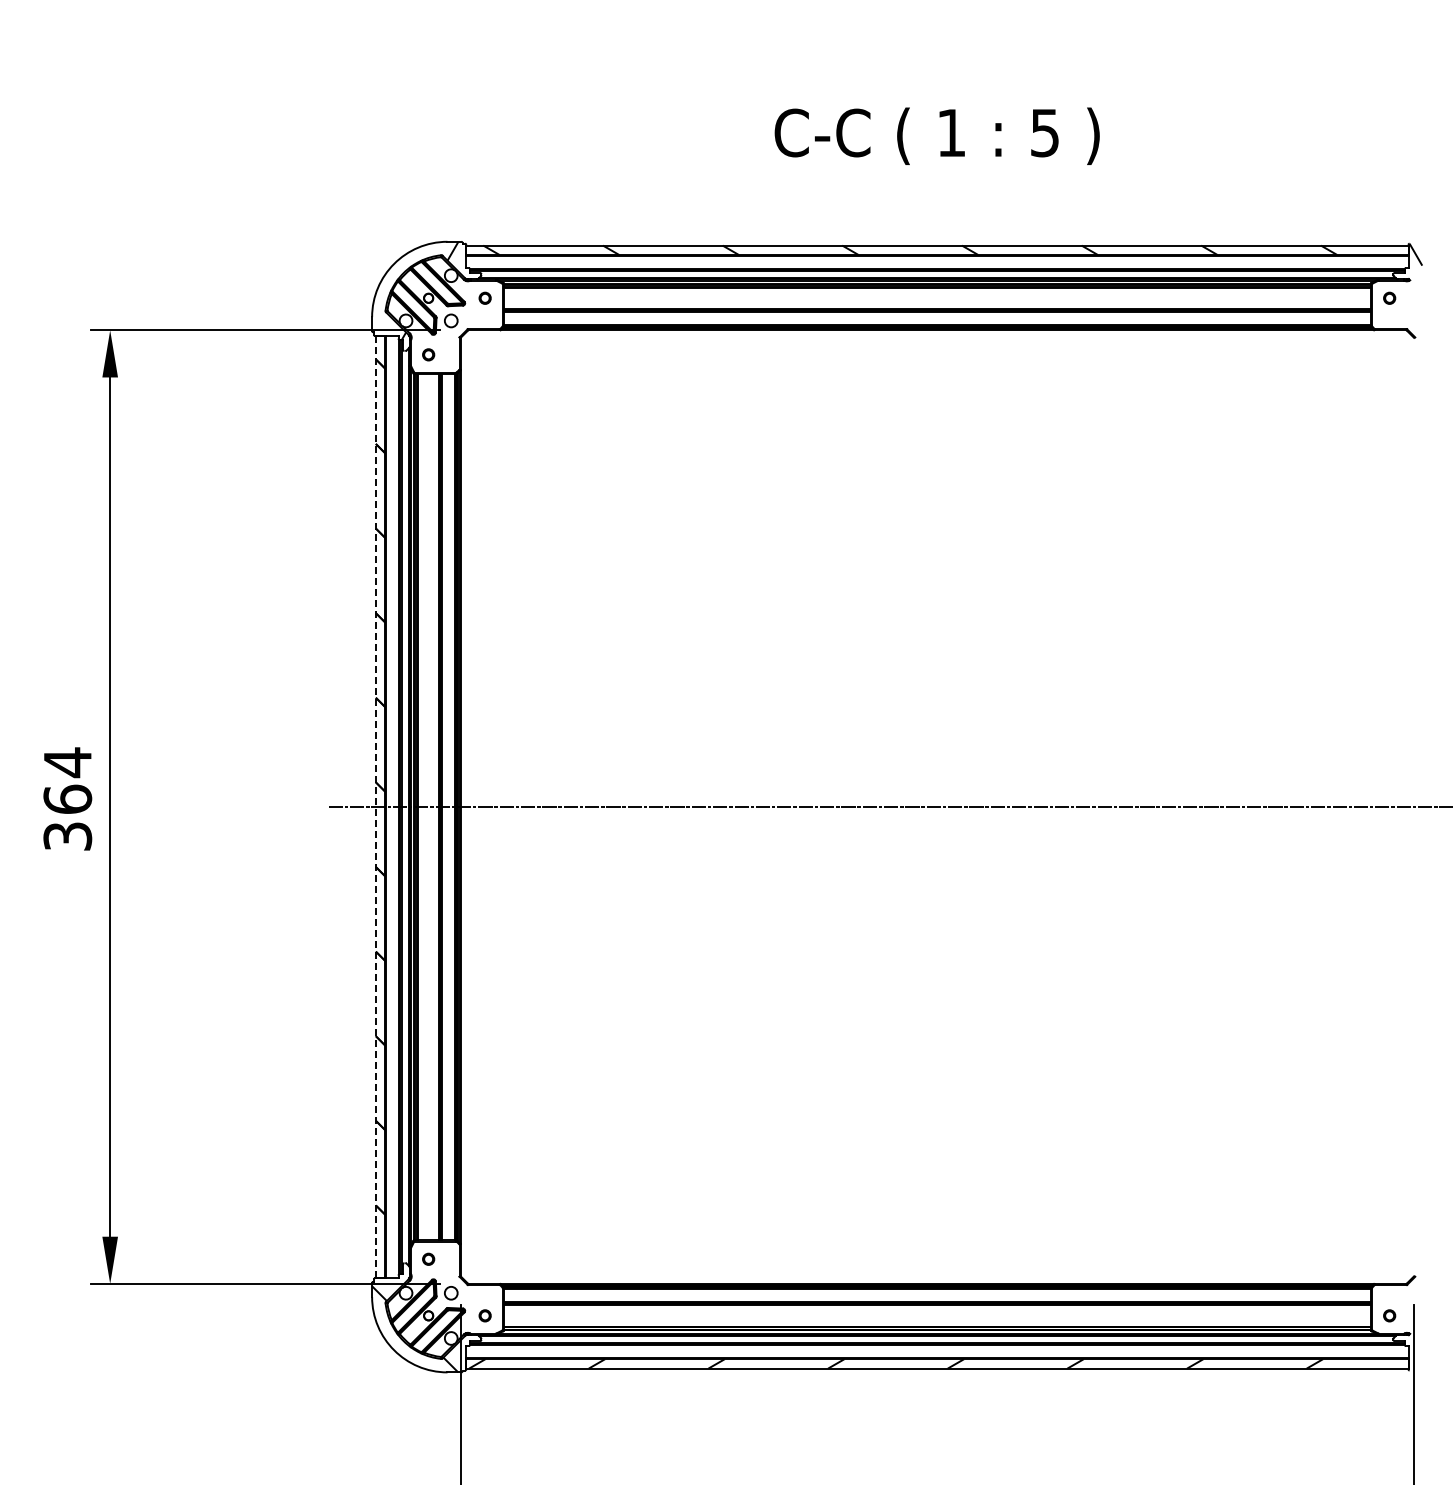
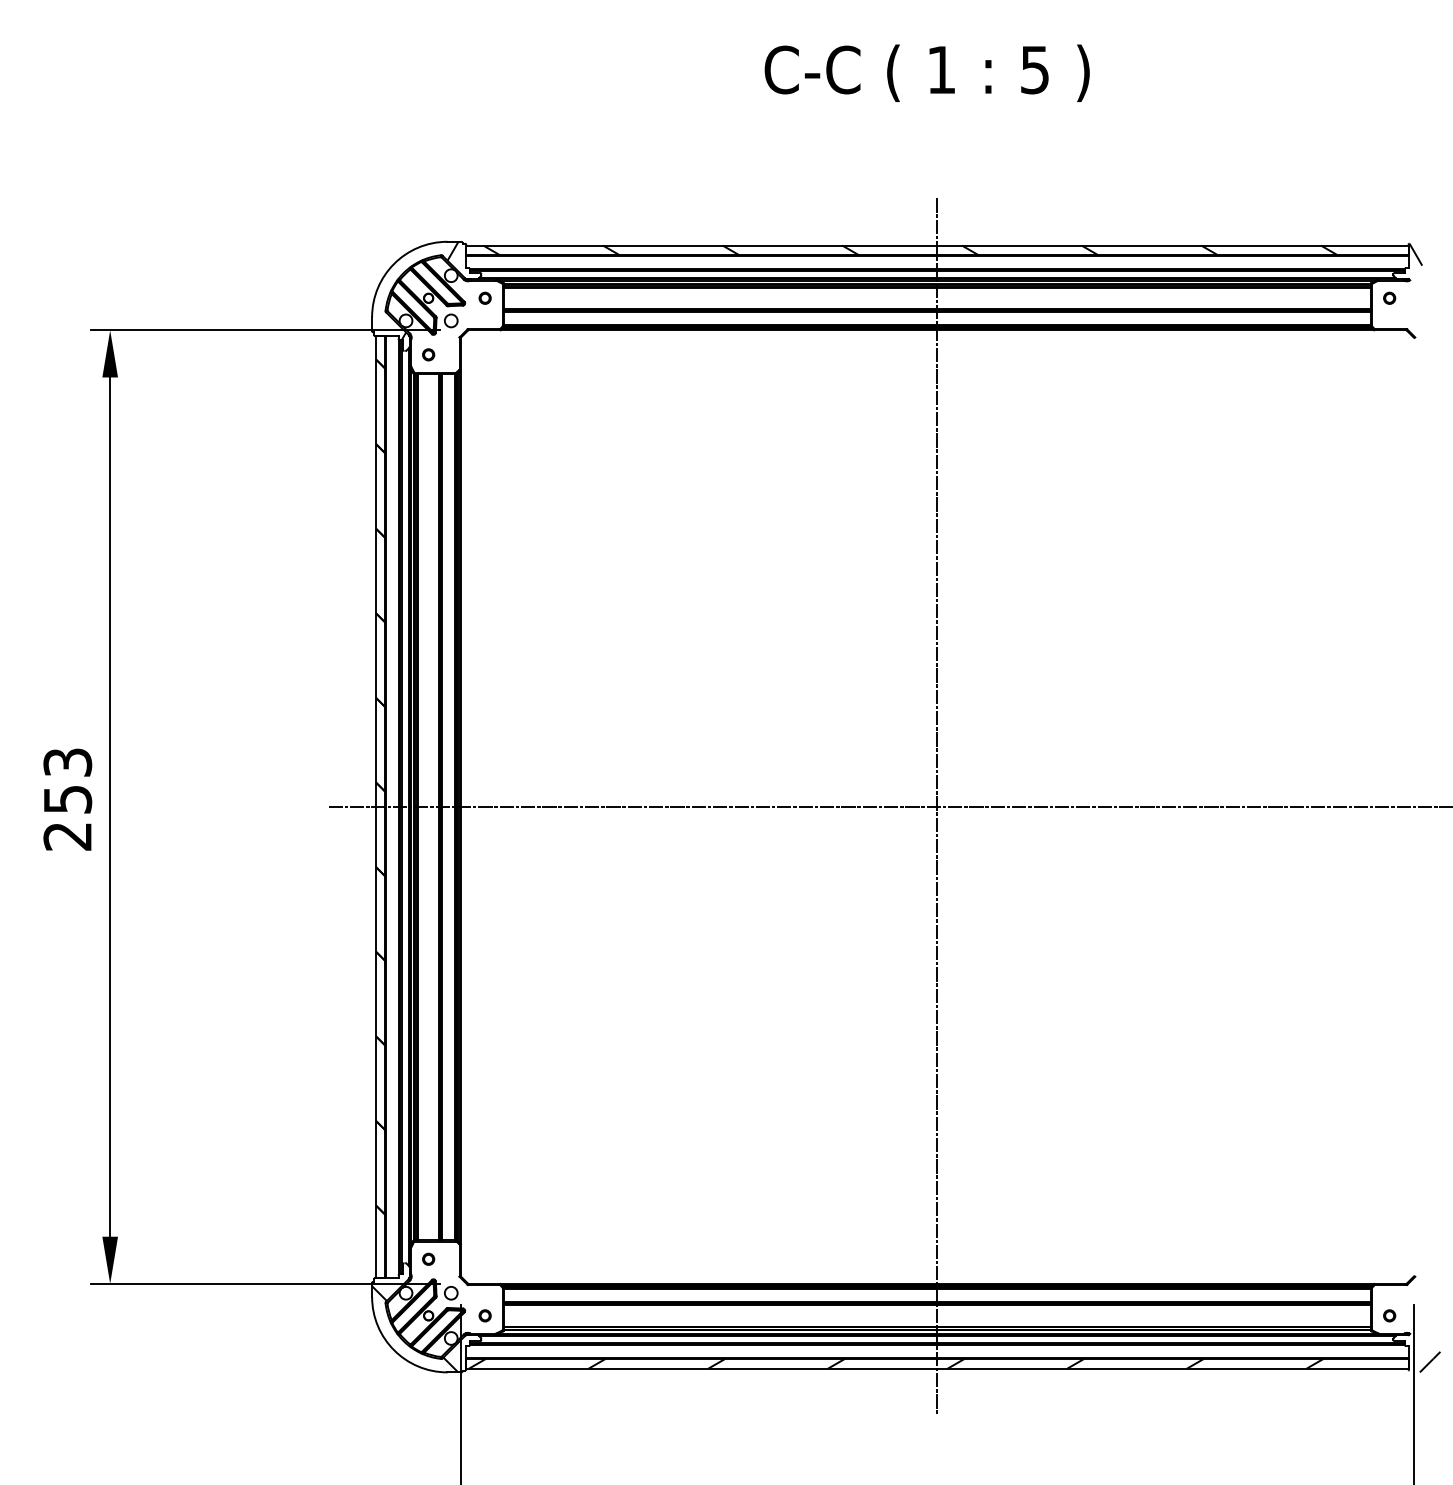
text at (936, 135) position: (936, 135) -> (926, 72)
text at (67, 798): 364 -> 253
line at (937, 806): none -> present
line at (375, 807): dashed -> solid
hatch at (1429, 1361): none -> present
